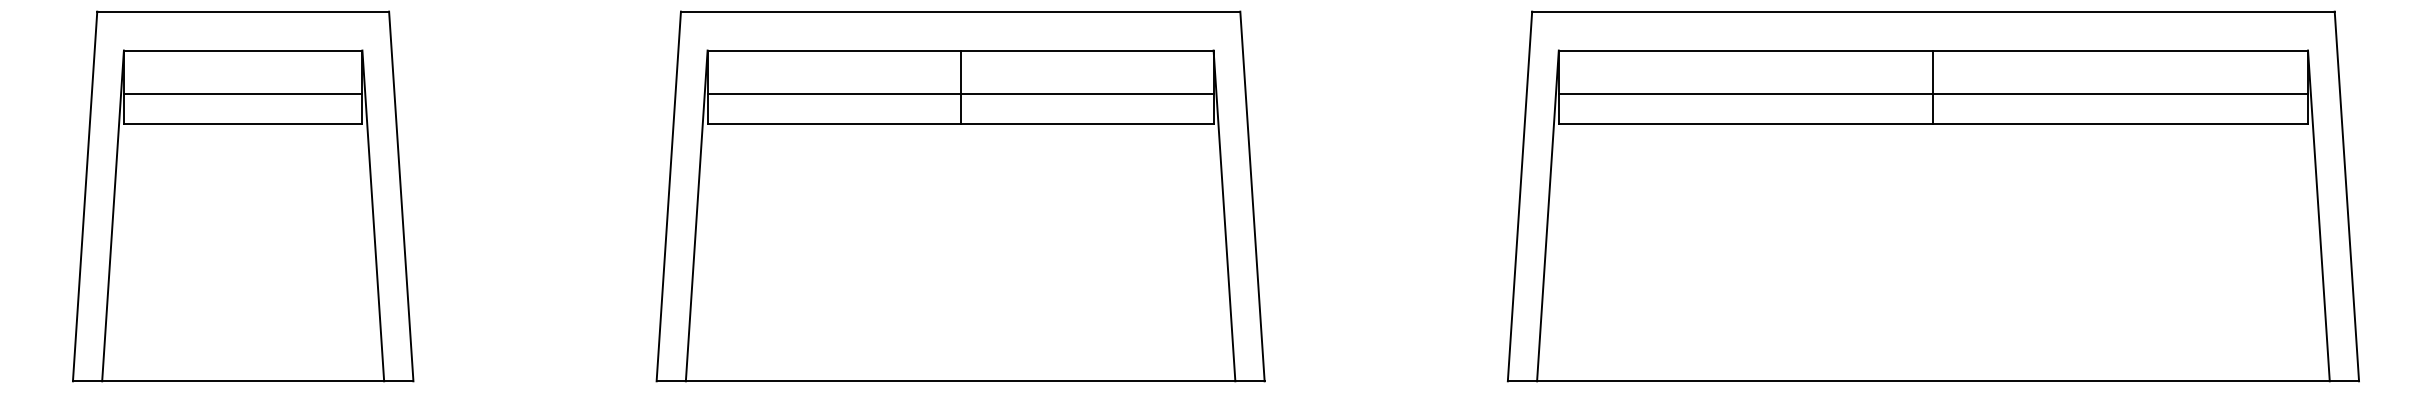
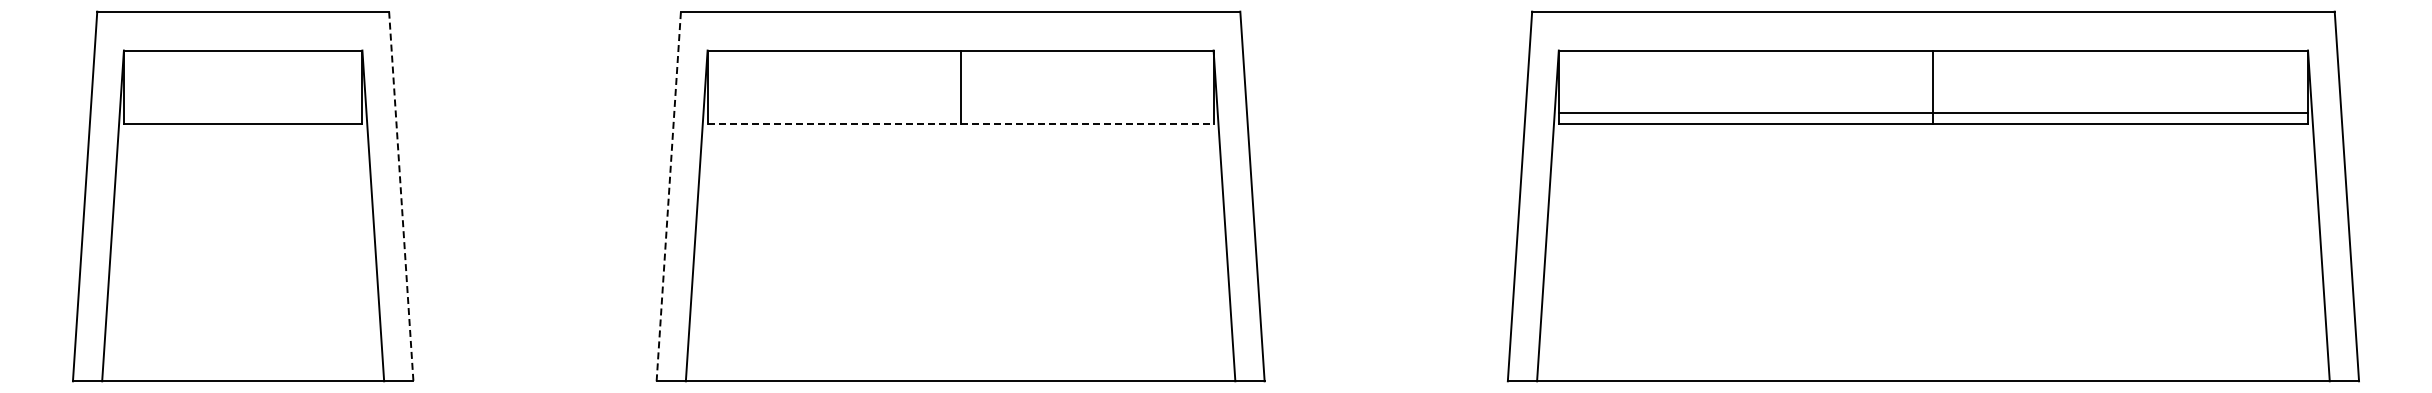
line at (242, 94): present -> none
line at (960, 94): present -> none
line at (1933, 94) position: (1933, 94) -> (1933, 113)
line at (961, 123): solid -> dashed
line at (668, 195): solid -> dashed
line at (401, 196): solid -> dashed
